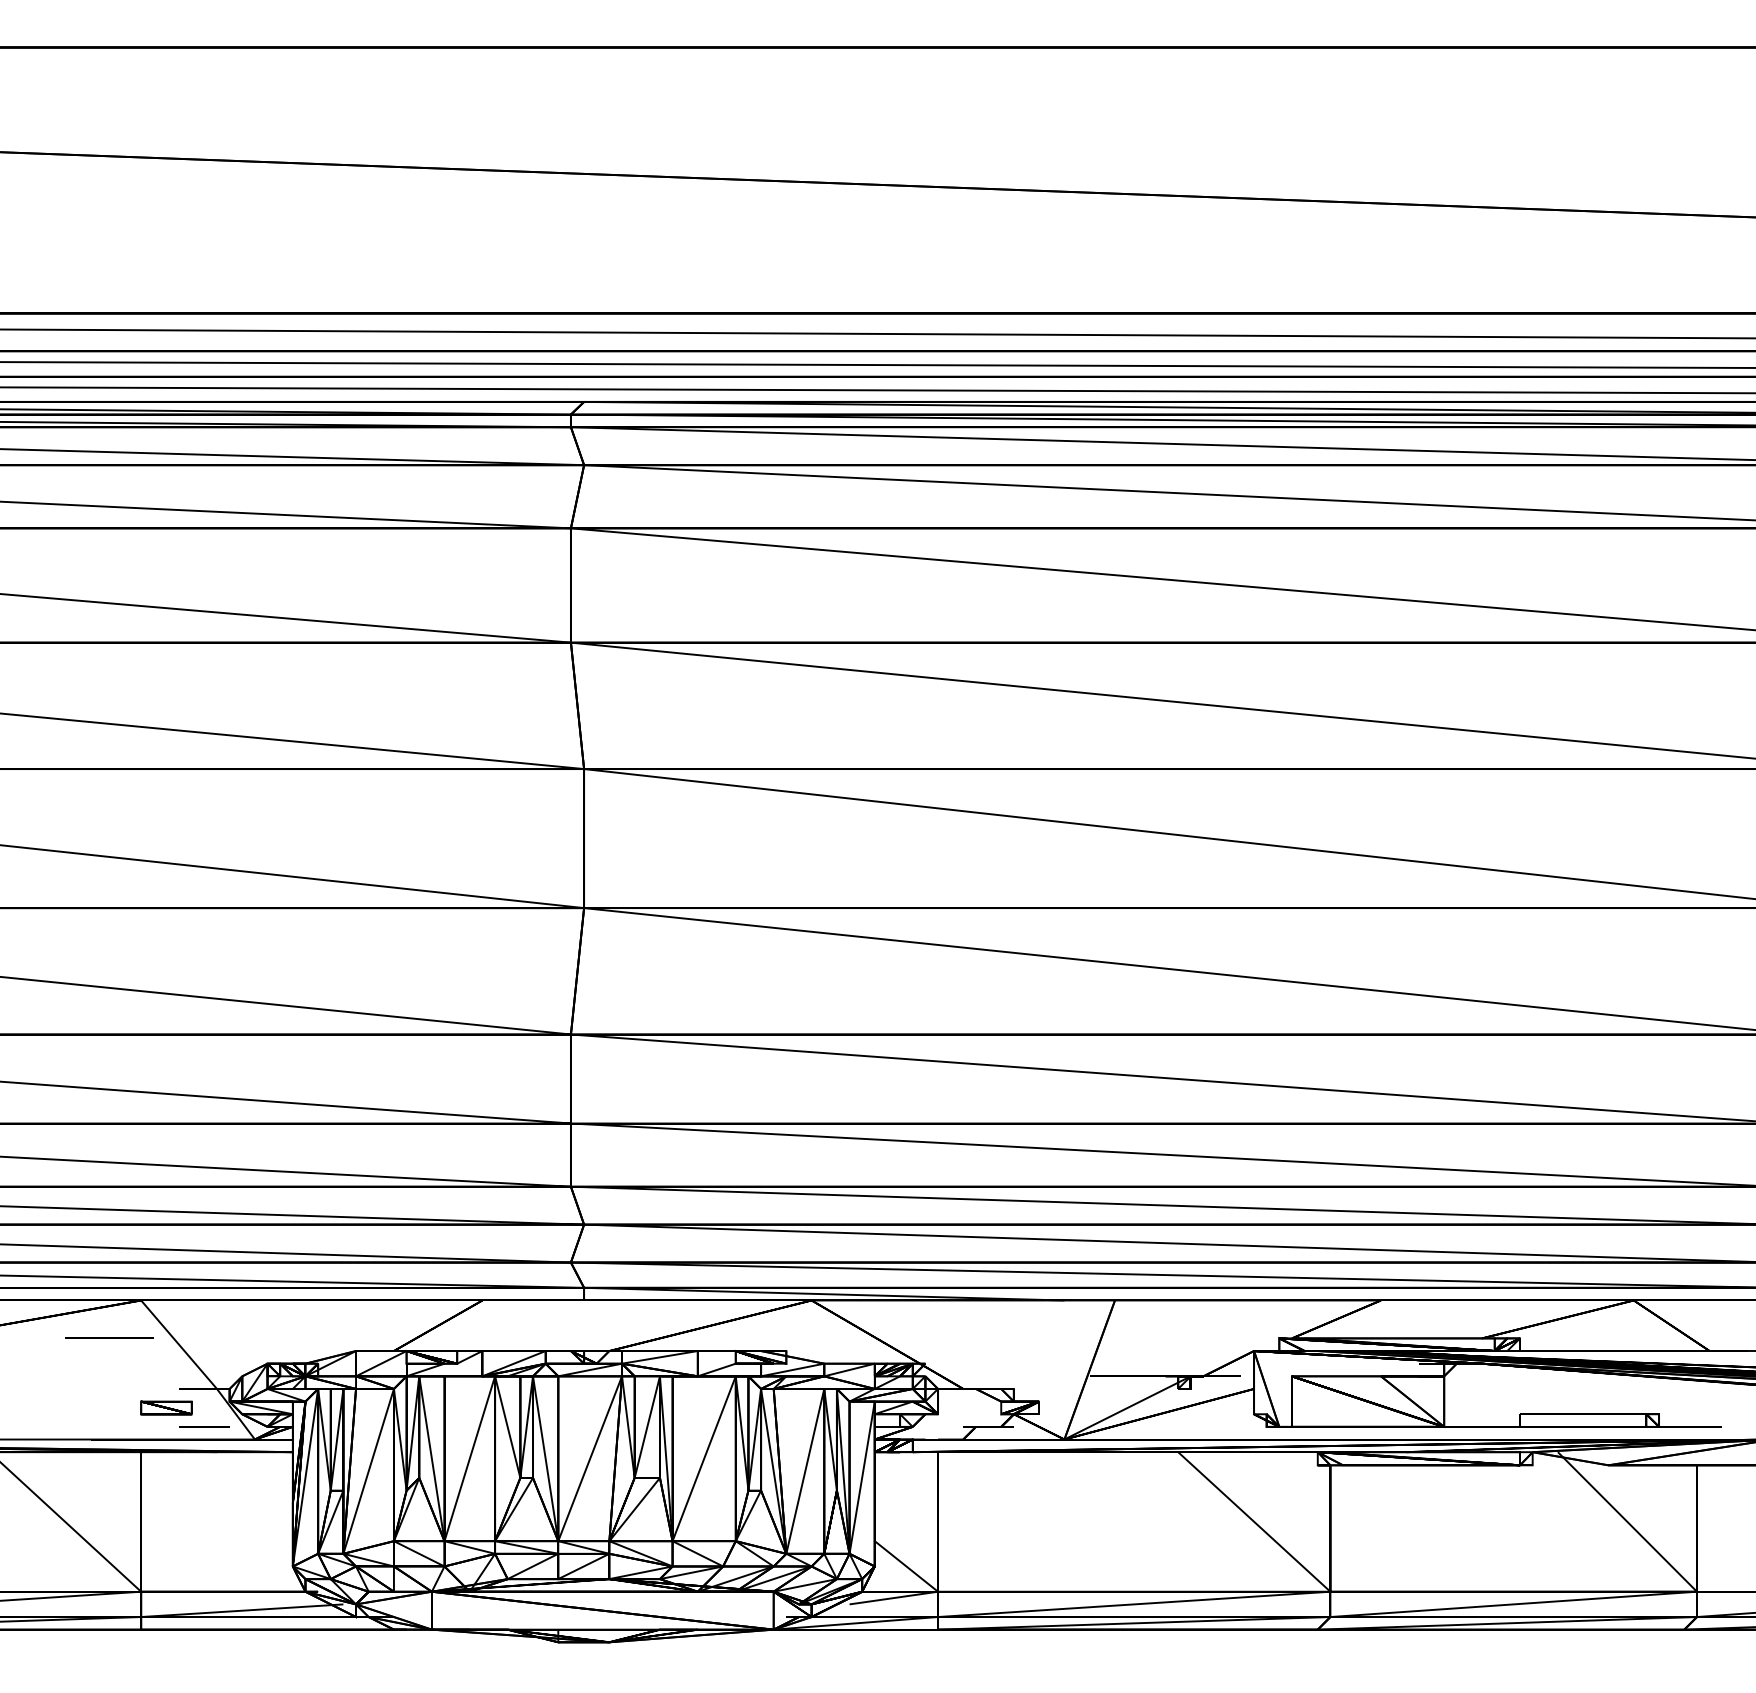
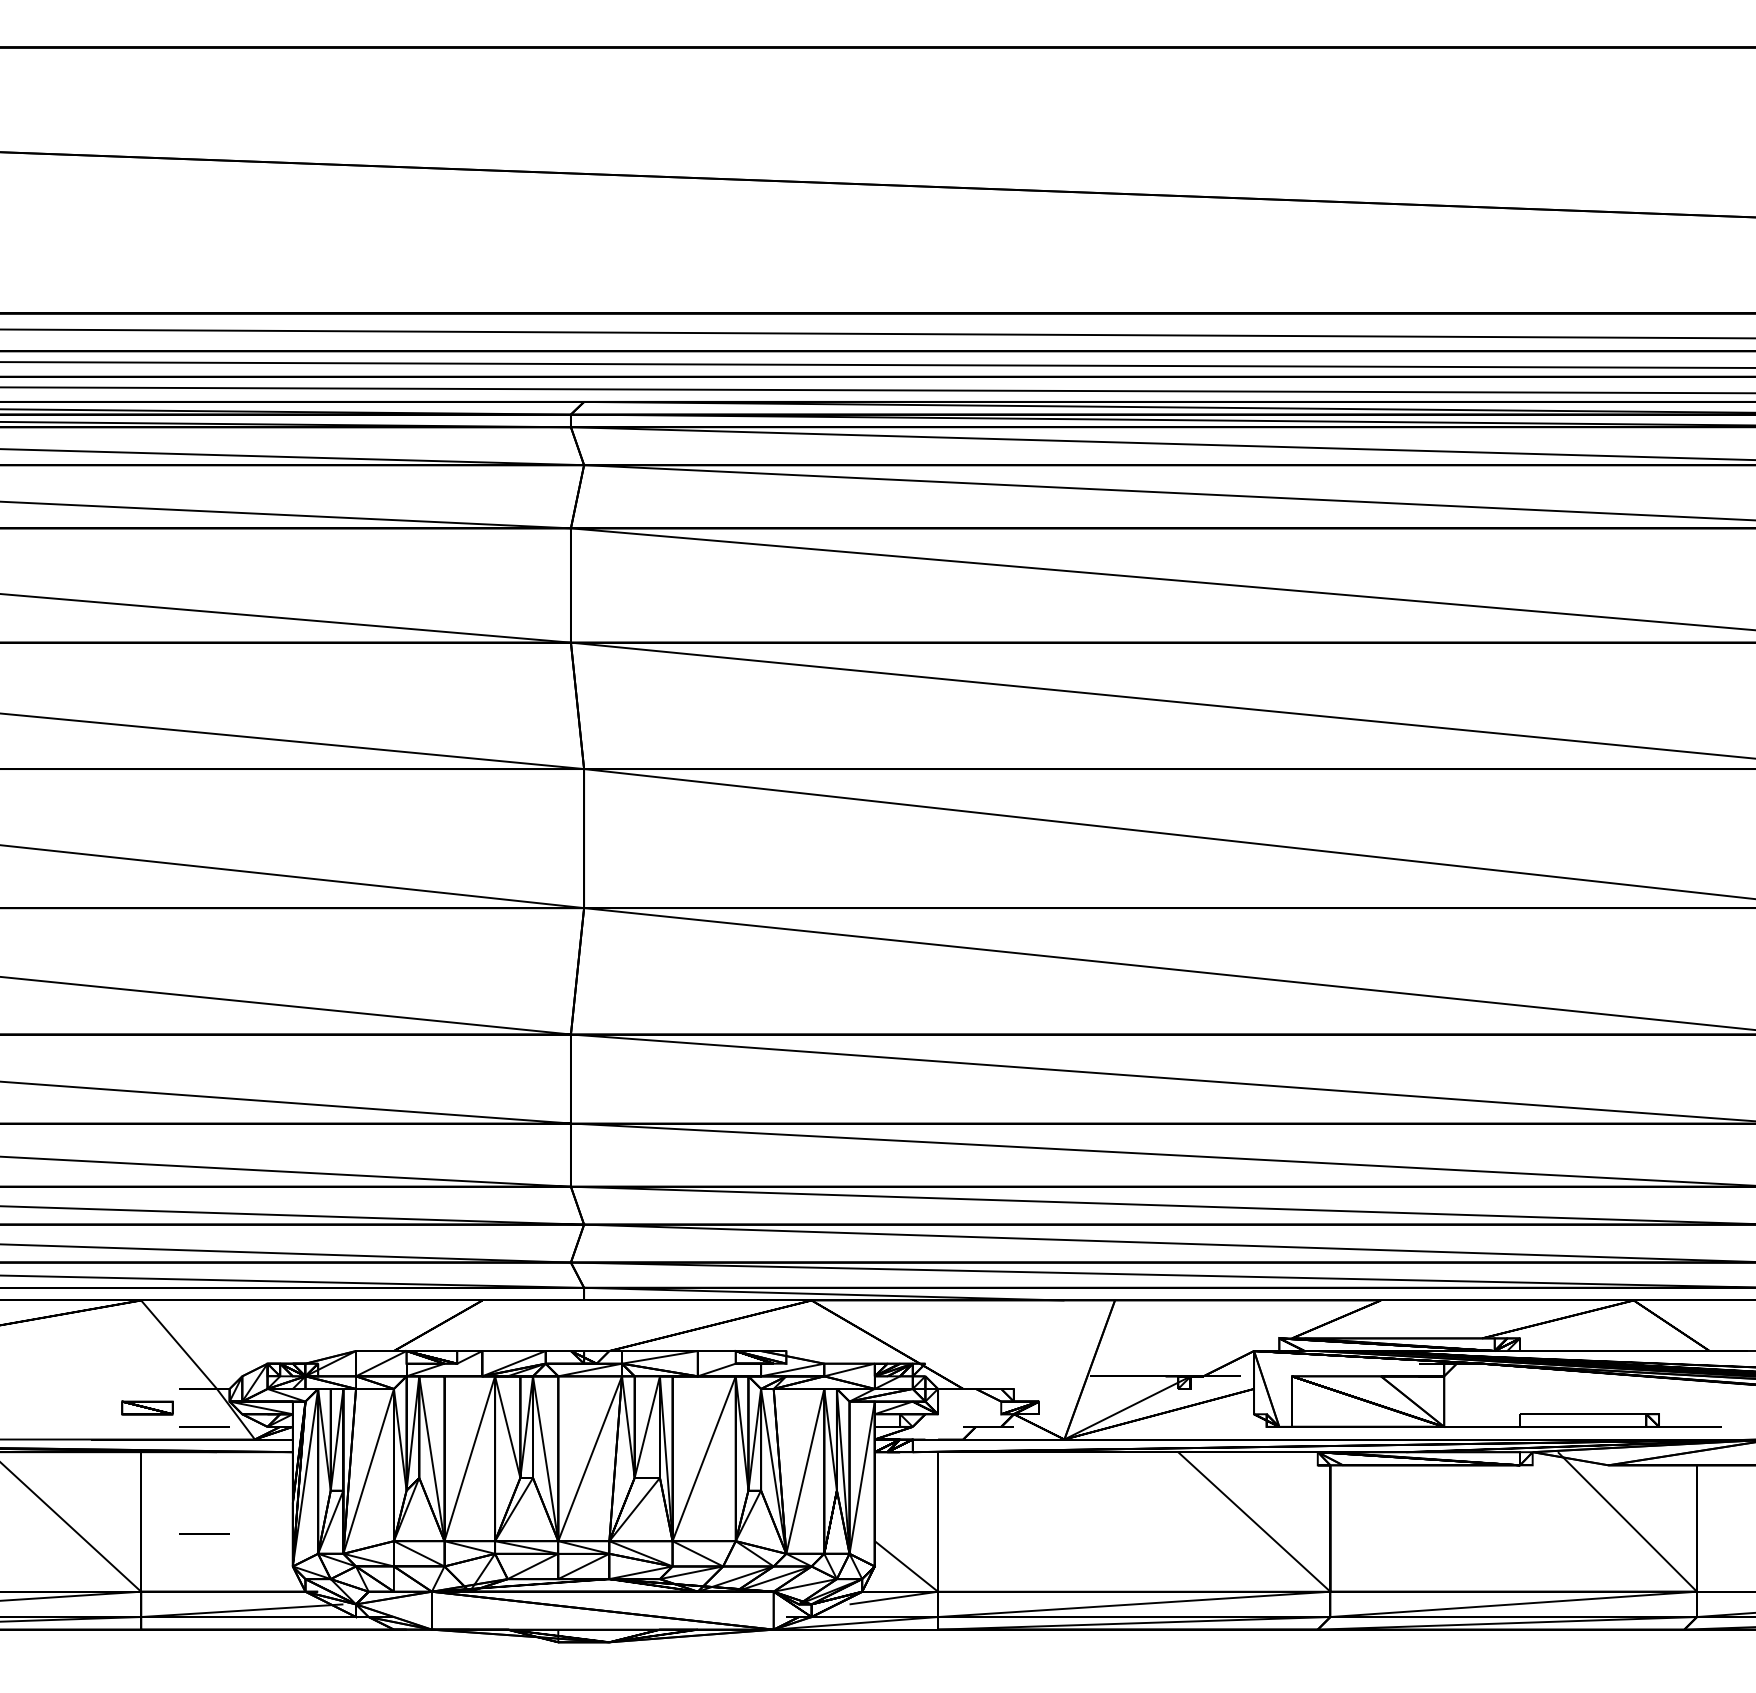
line at (109, 1337): present -> none
part at (166, 1407) position: (166, 1407) -> (147, 1407)
line at (204, 1533): none -> present
